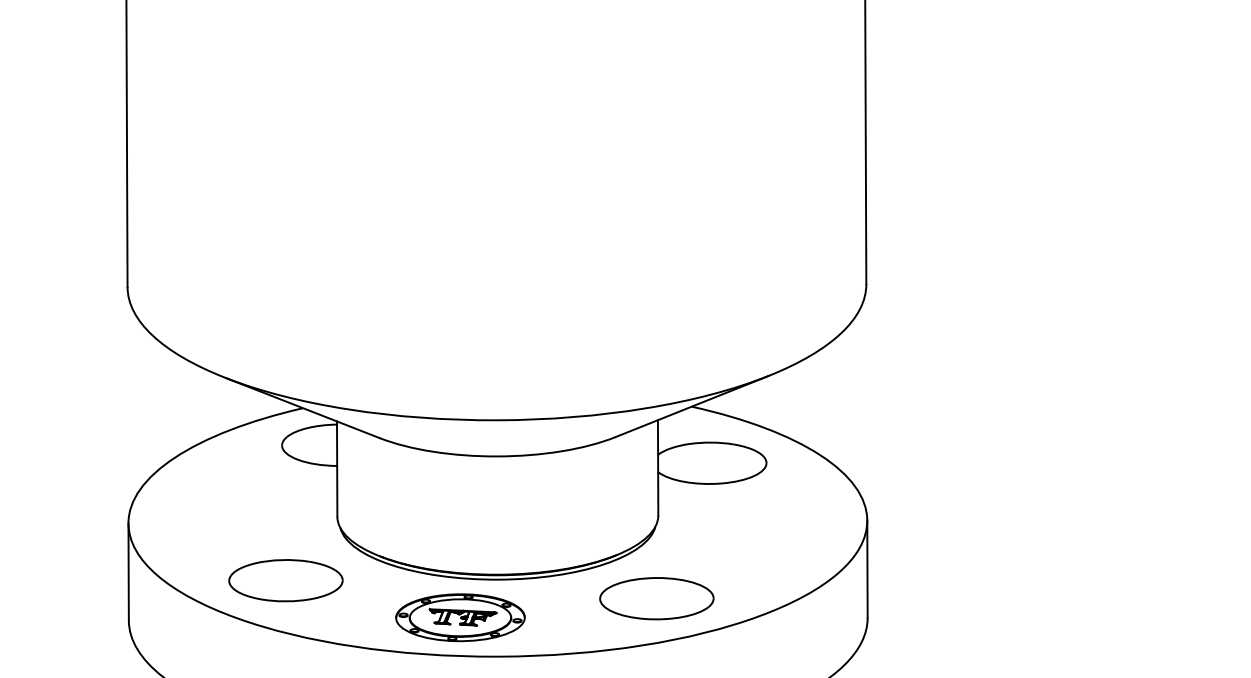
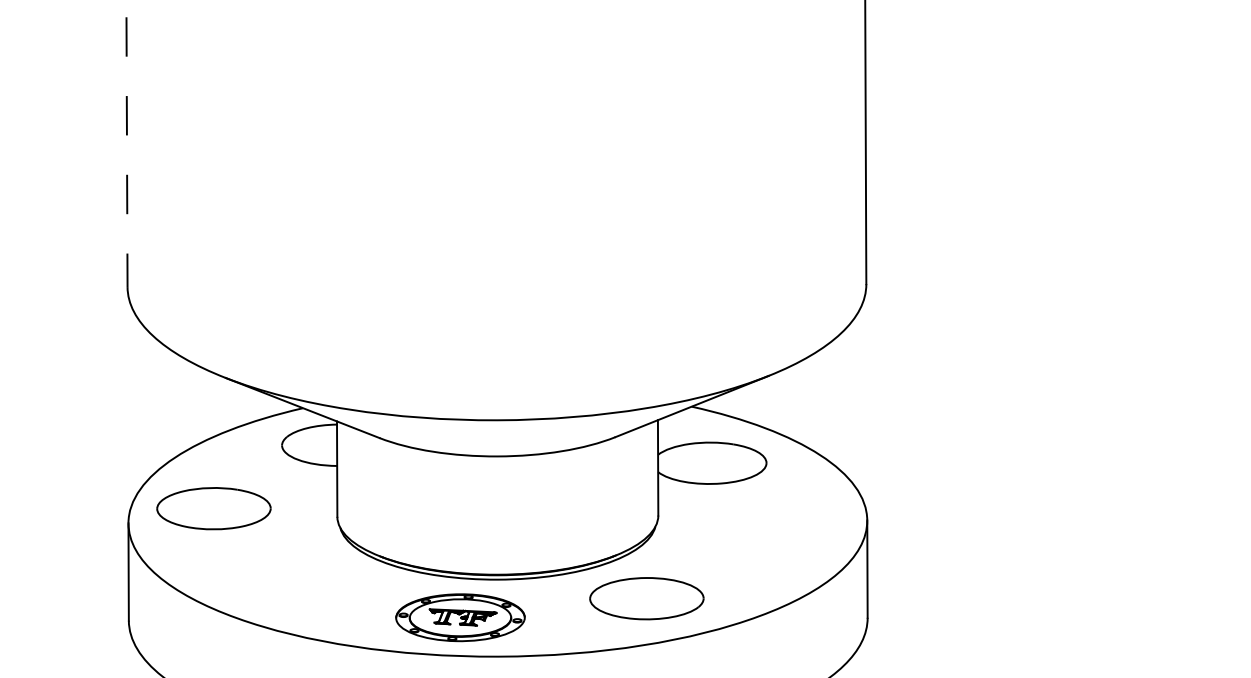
line at (126, 144): solid -> dashed
part at (285, 580) position: (285, 580) -> (213, 508)
part at (656, 598) position: (656, 598) -> (646, 598)
